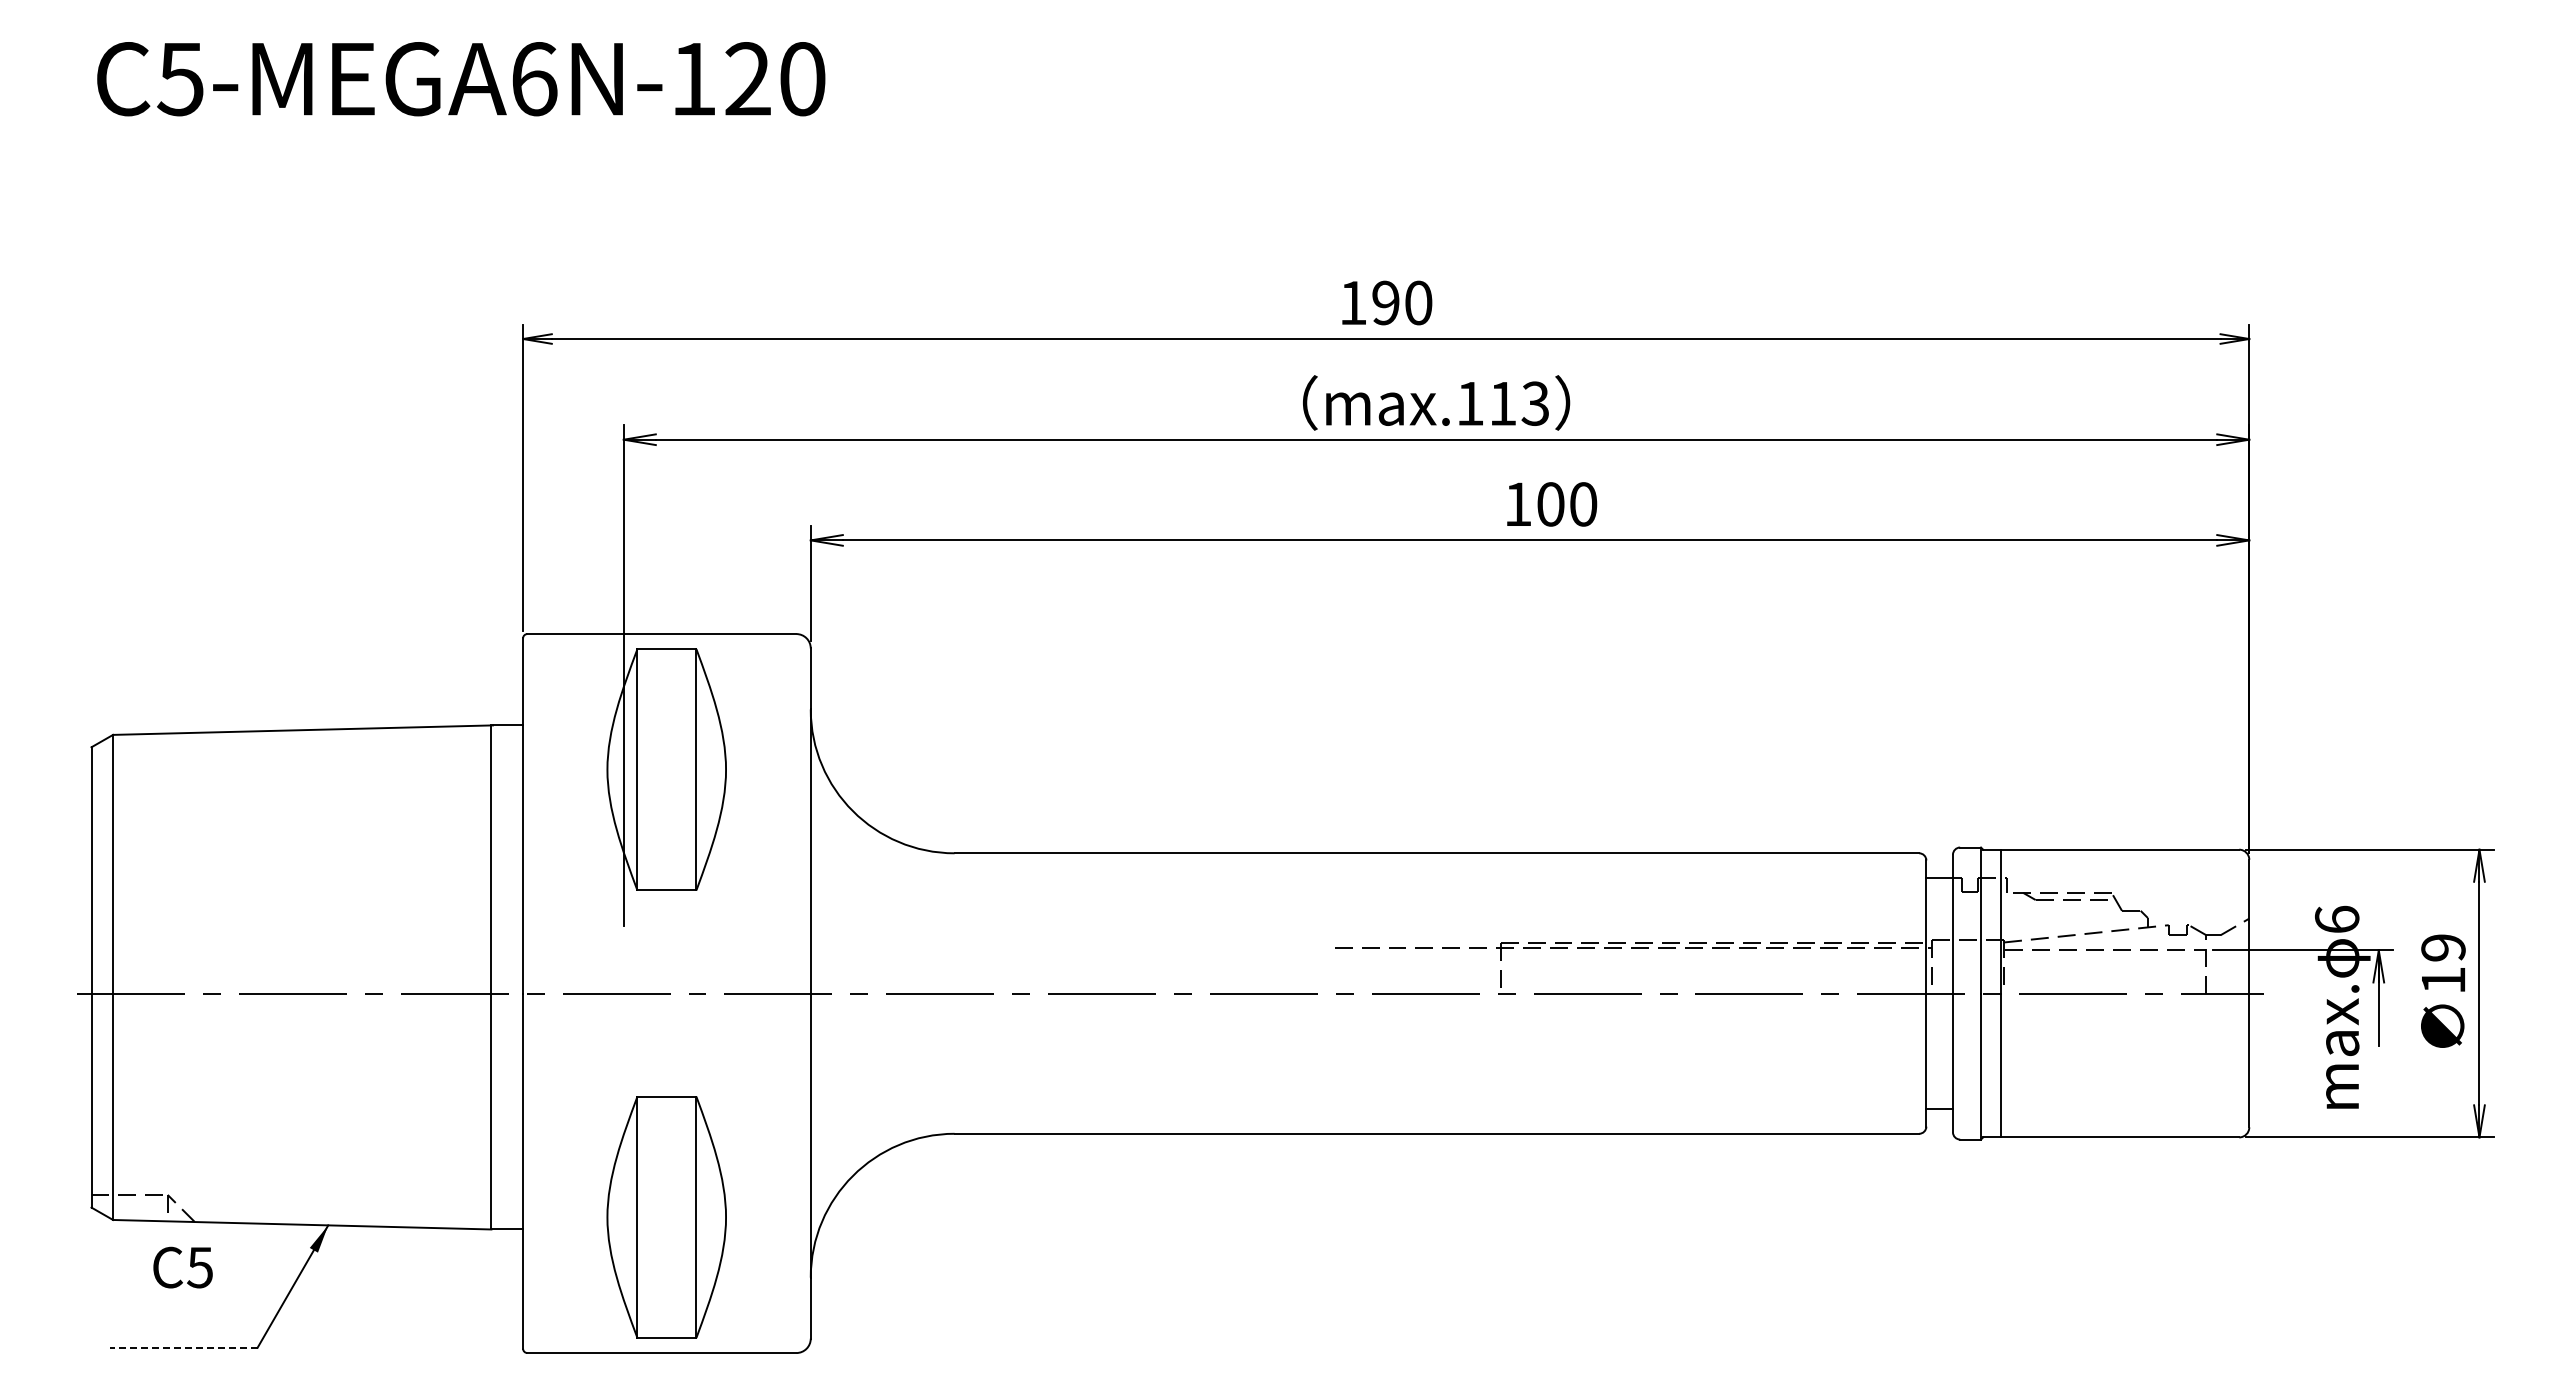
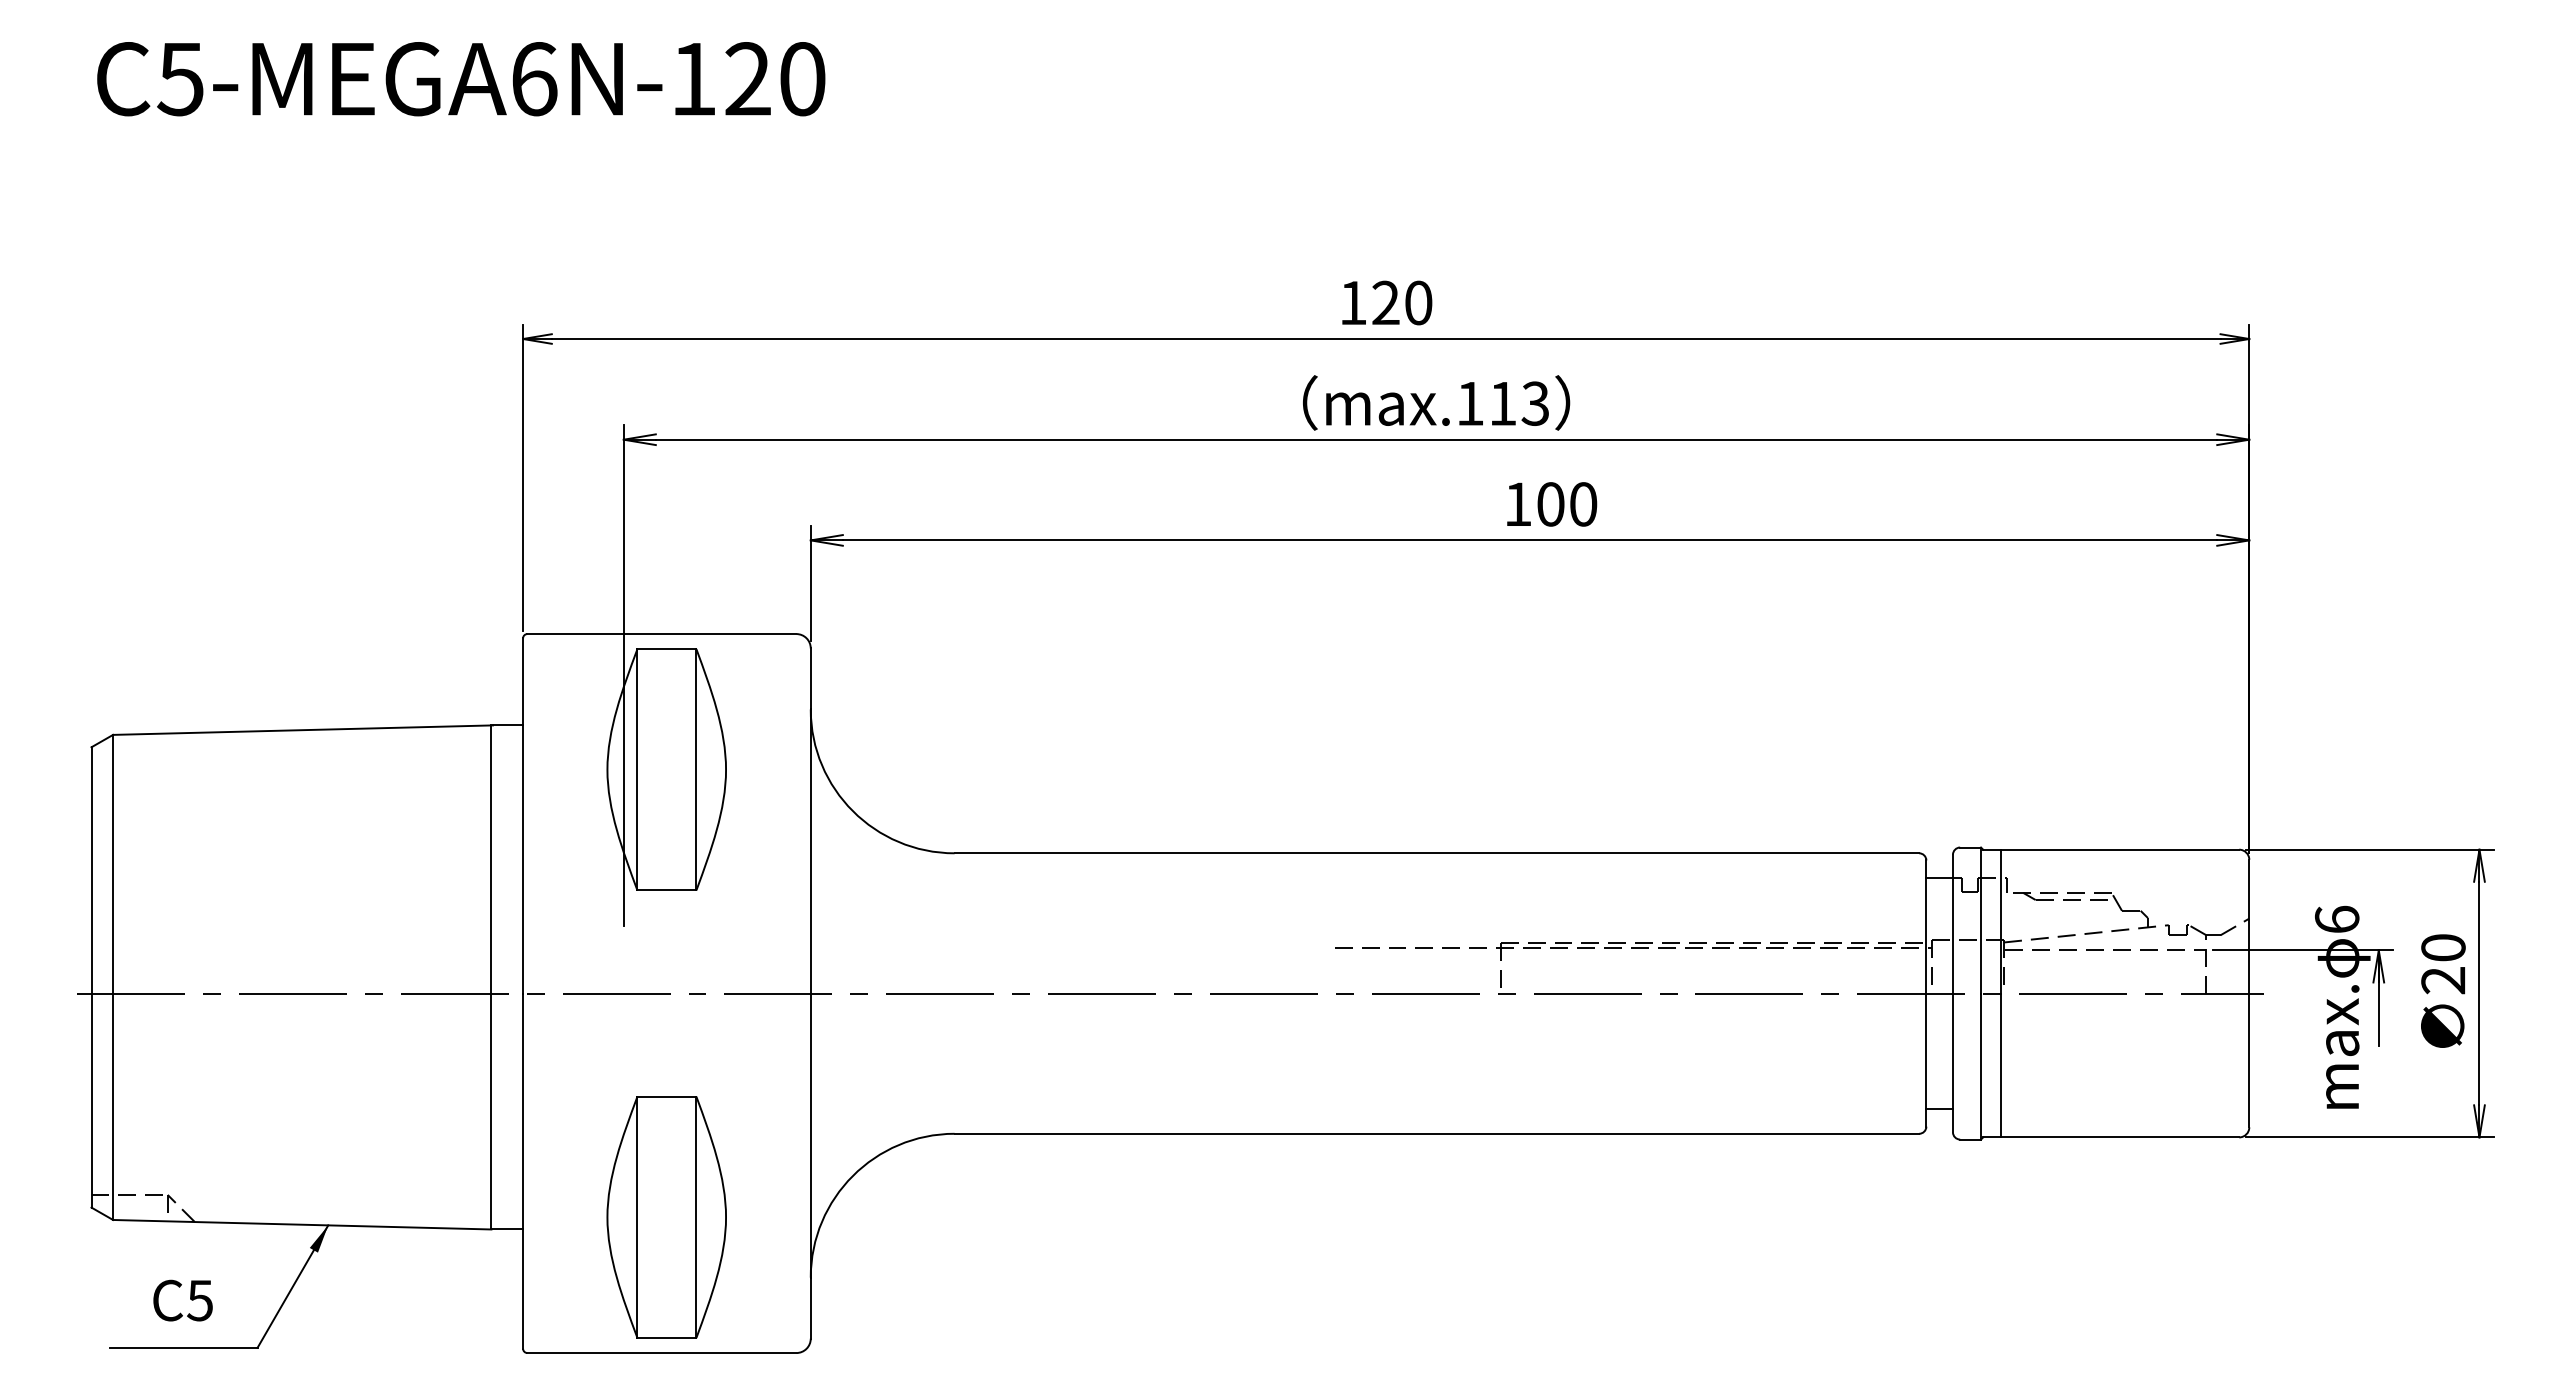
text at (1385, 303): 190 -> 120
text at (2443, 964): 19 -> 20
text at (182, 1267) position: (182, 1267) -> (182, 1300)
line at (183, 1347): dashed -> solid
